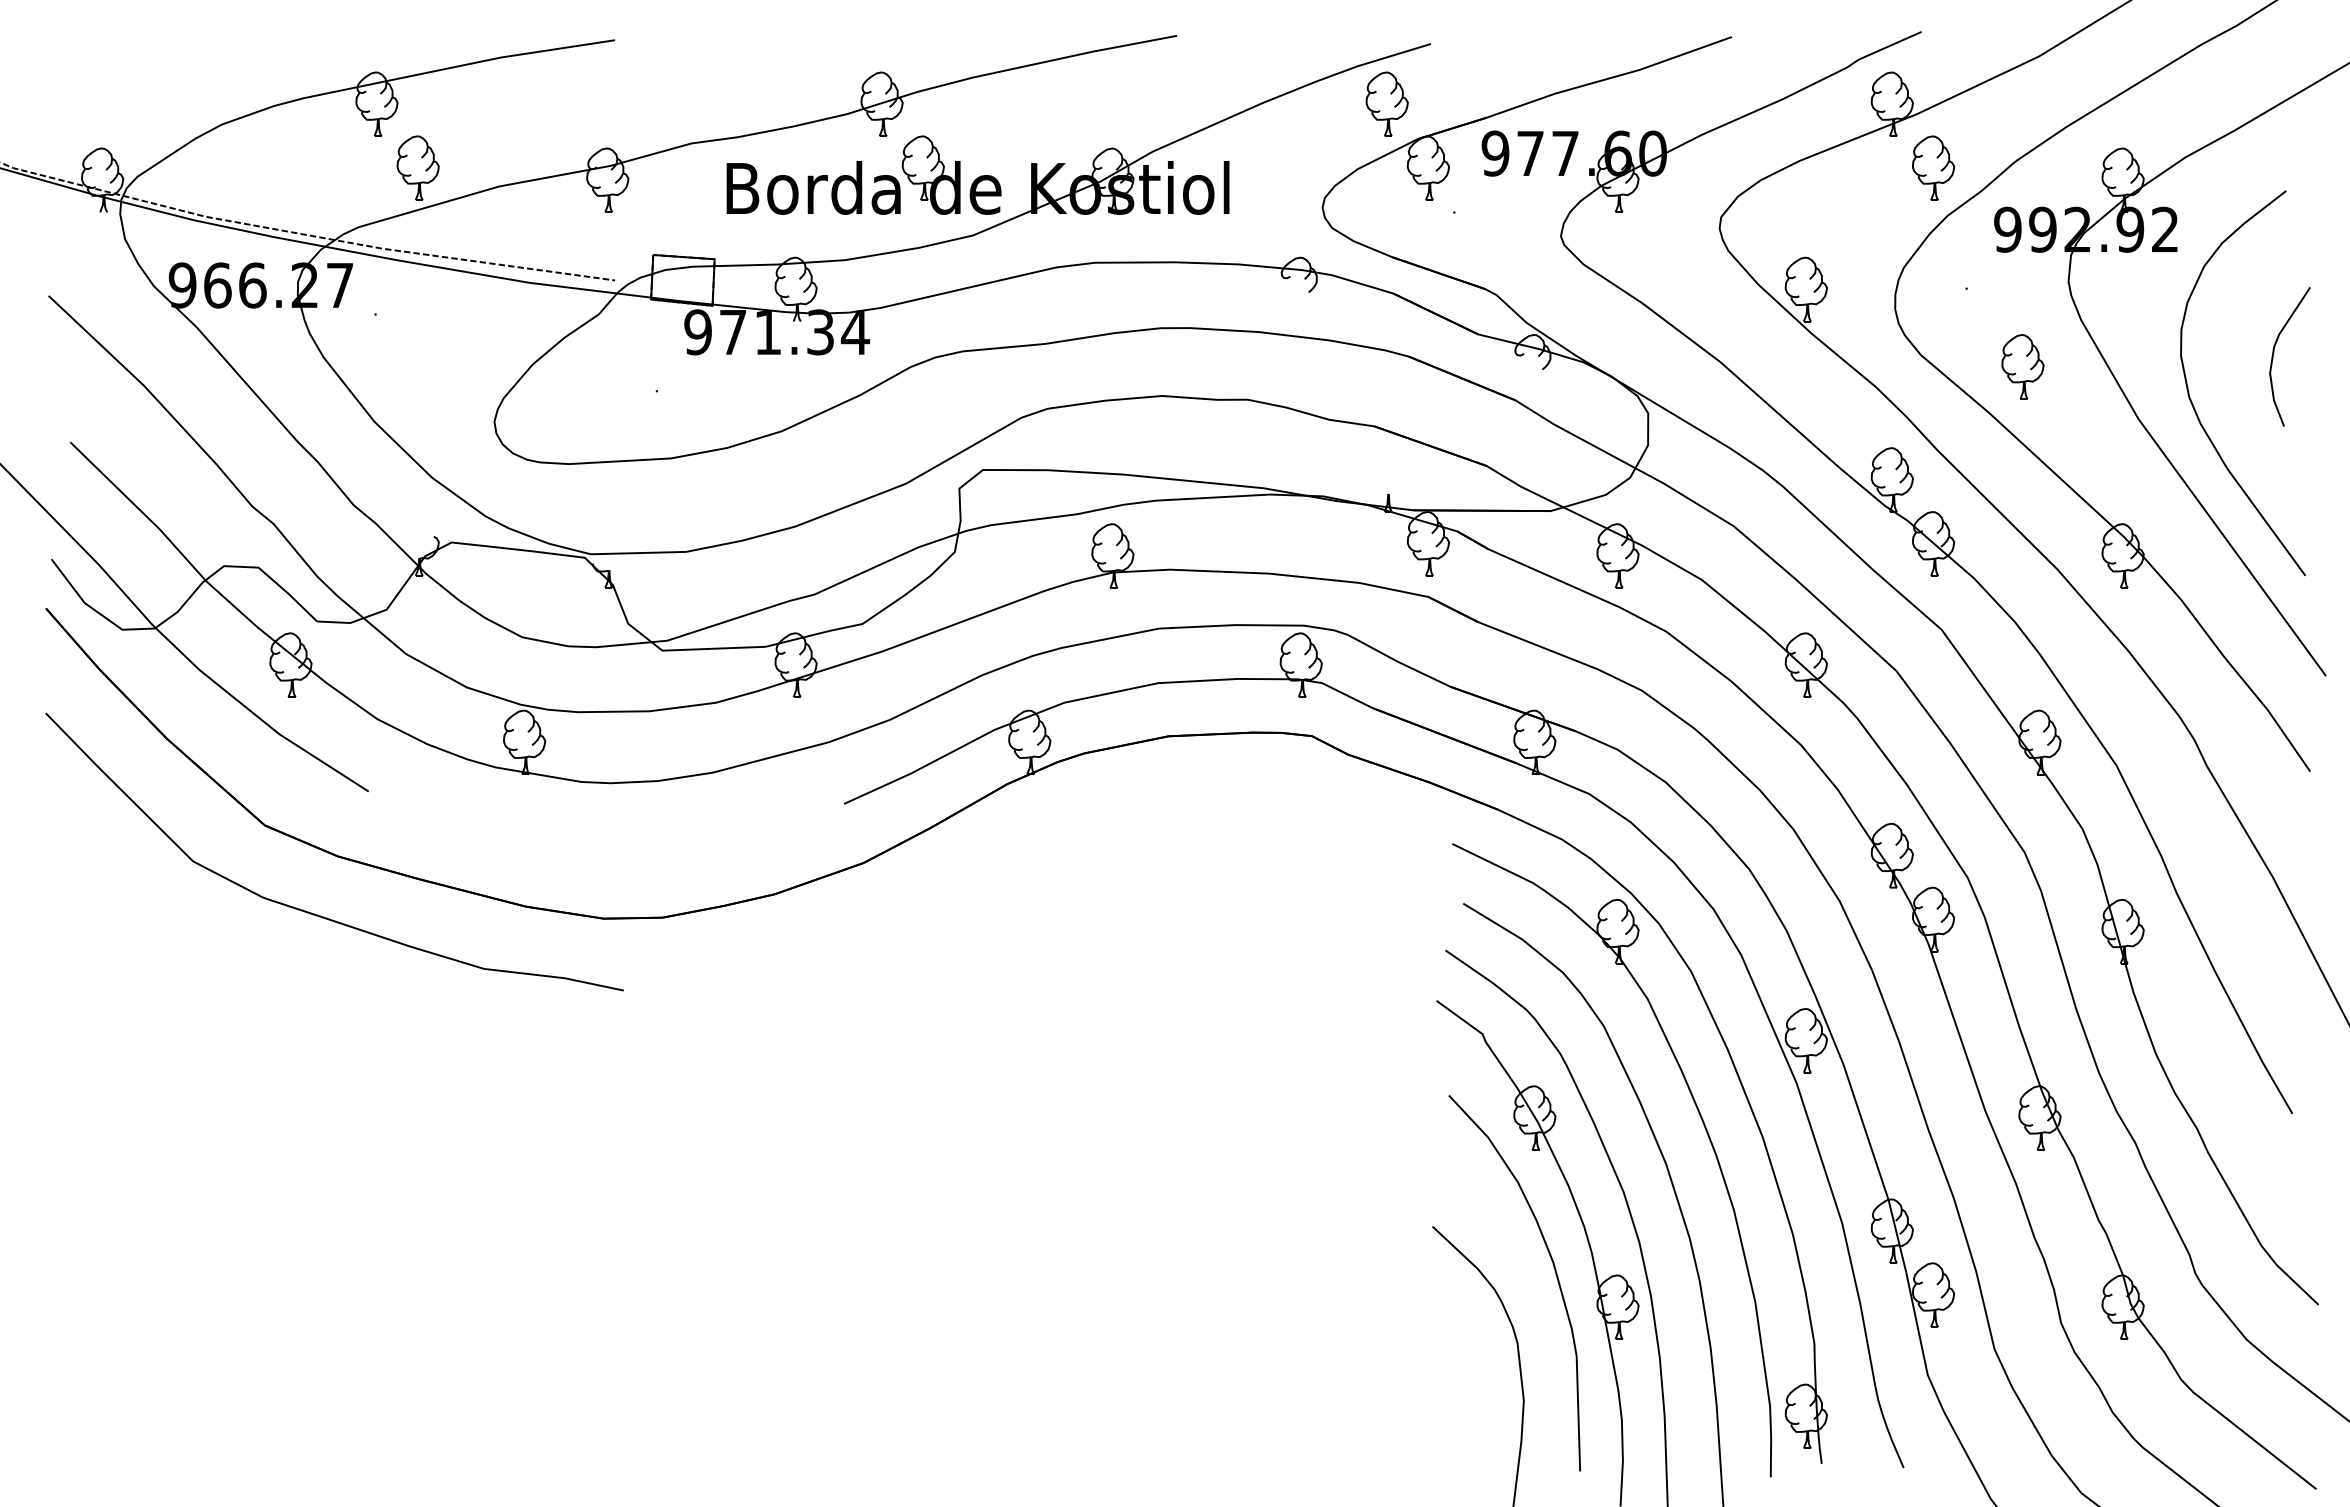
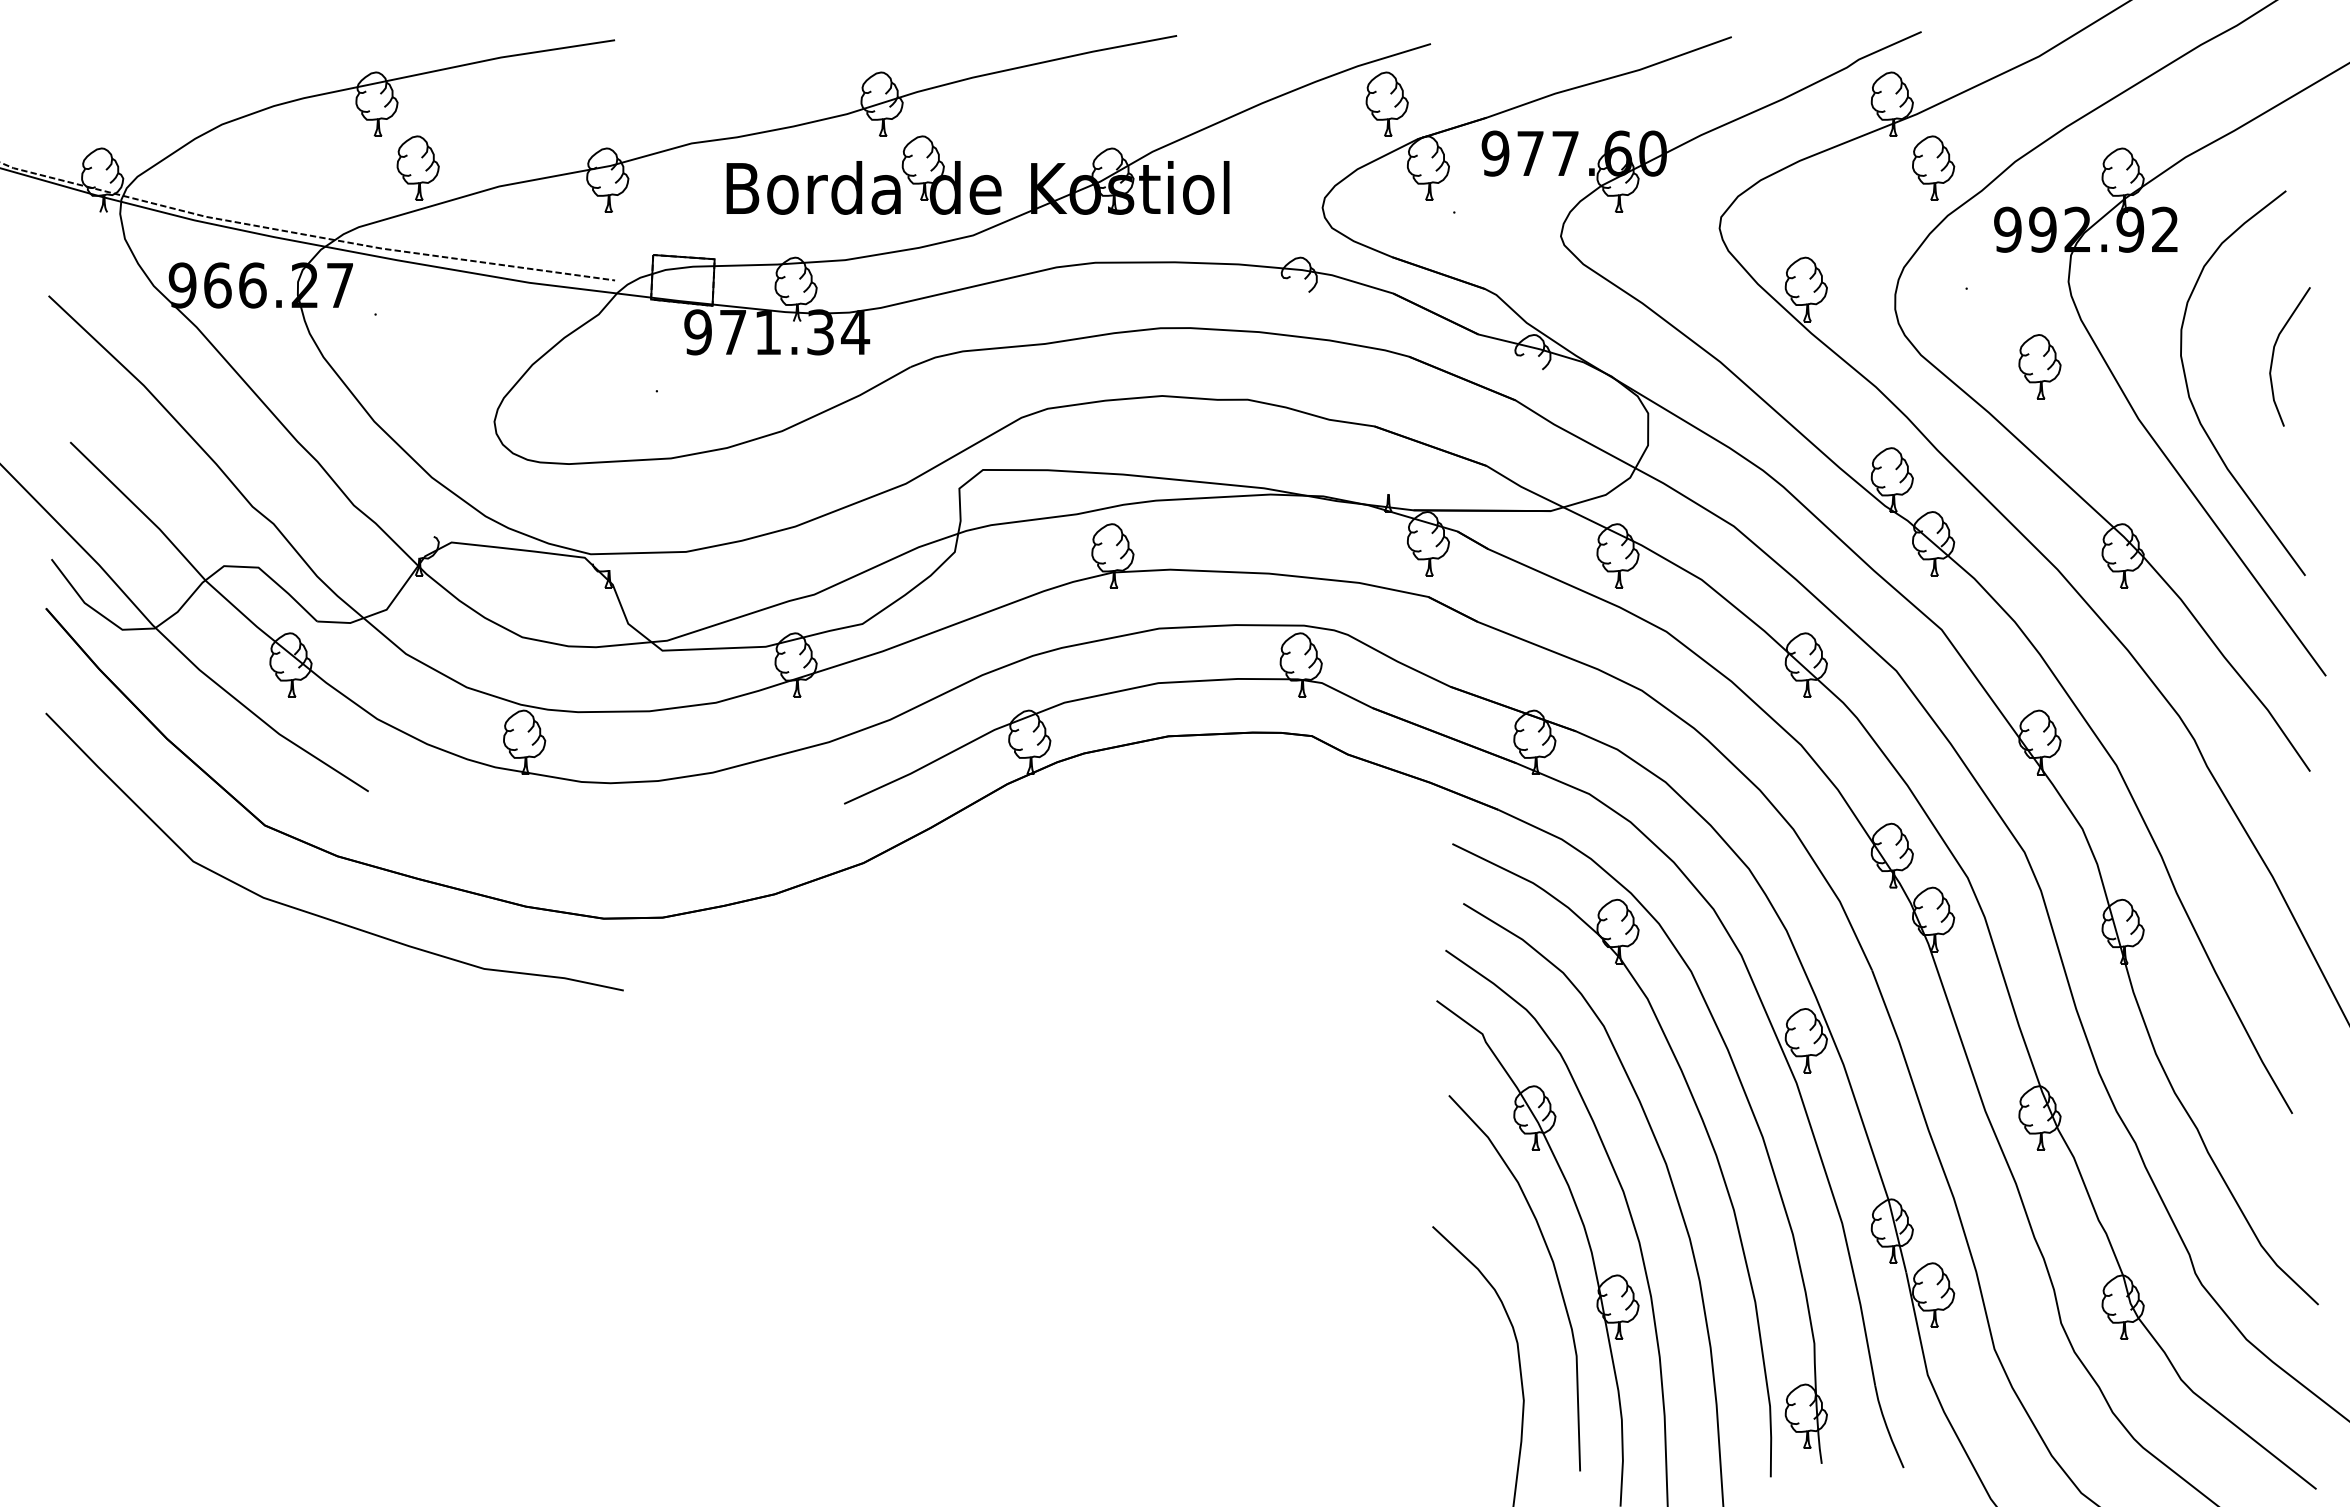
part at (2022, 366) position: (2022, 366) -> (2039, 366)
